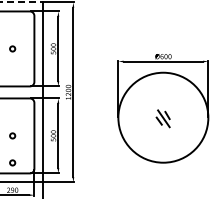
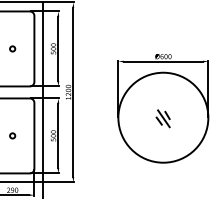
line at (22, 2): dashed -> solid
circle at (12, 162): present -> none
